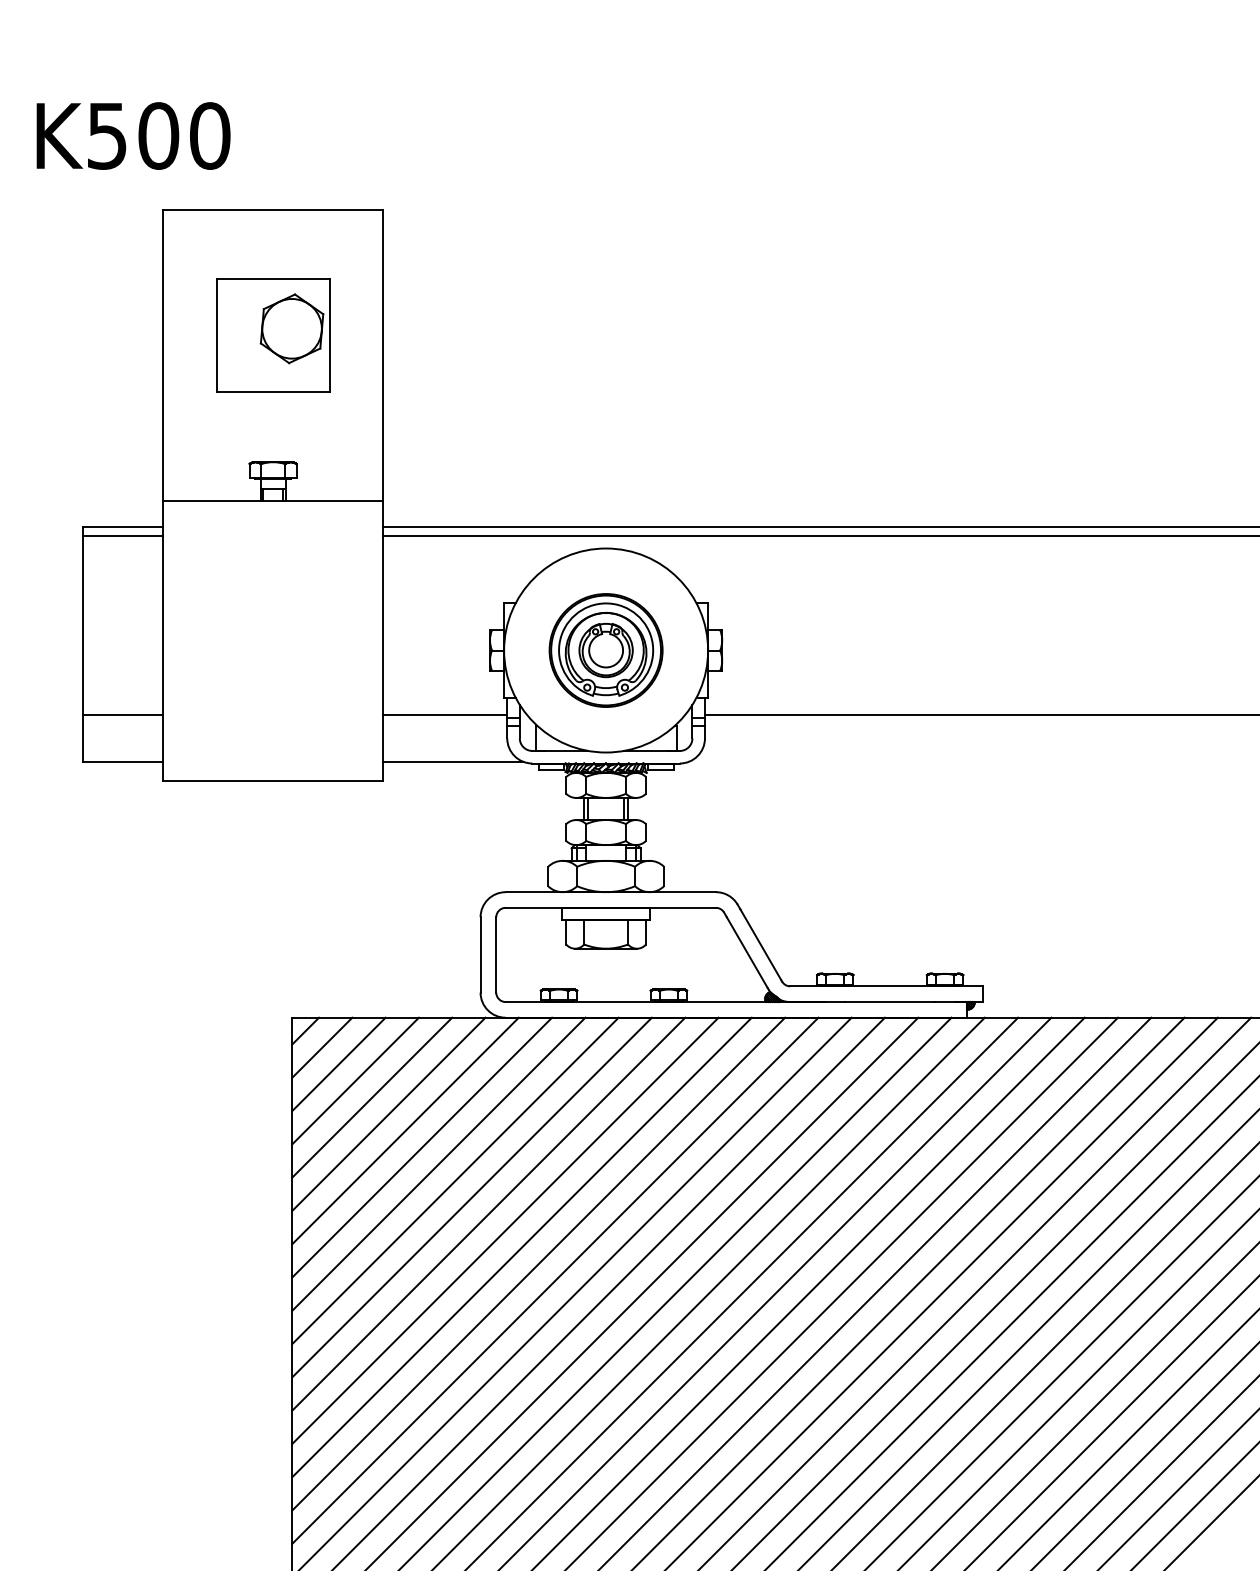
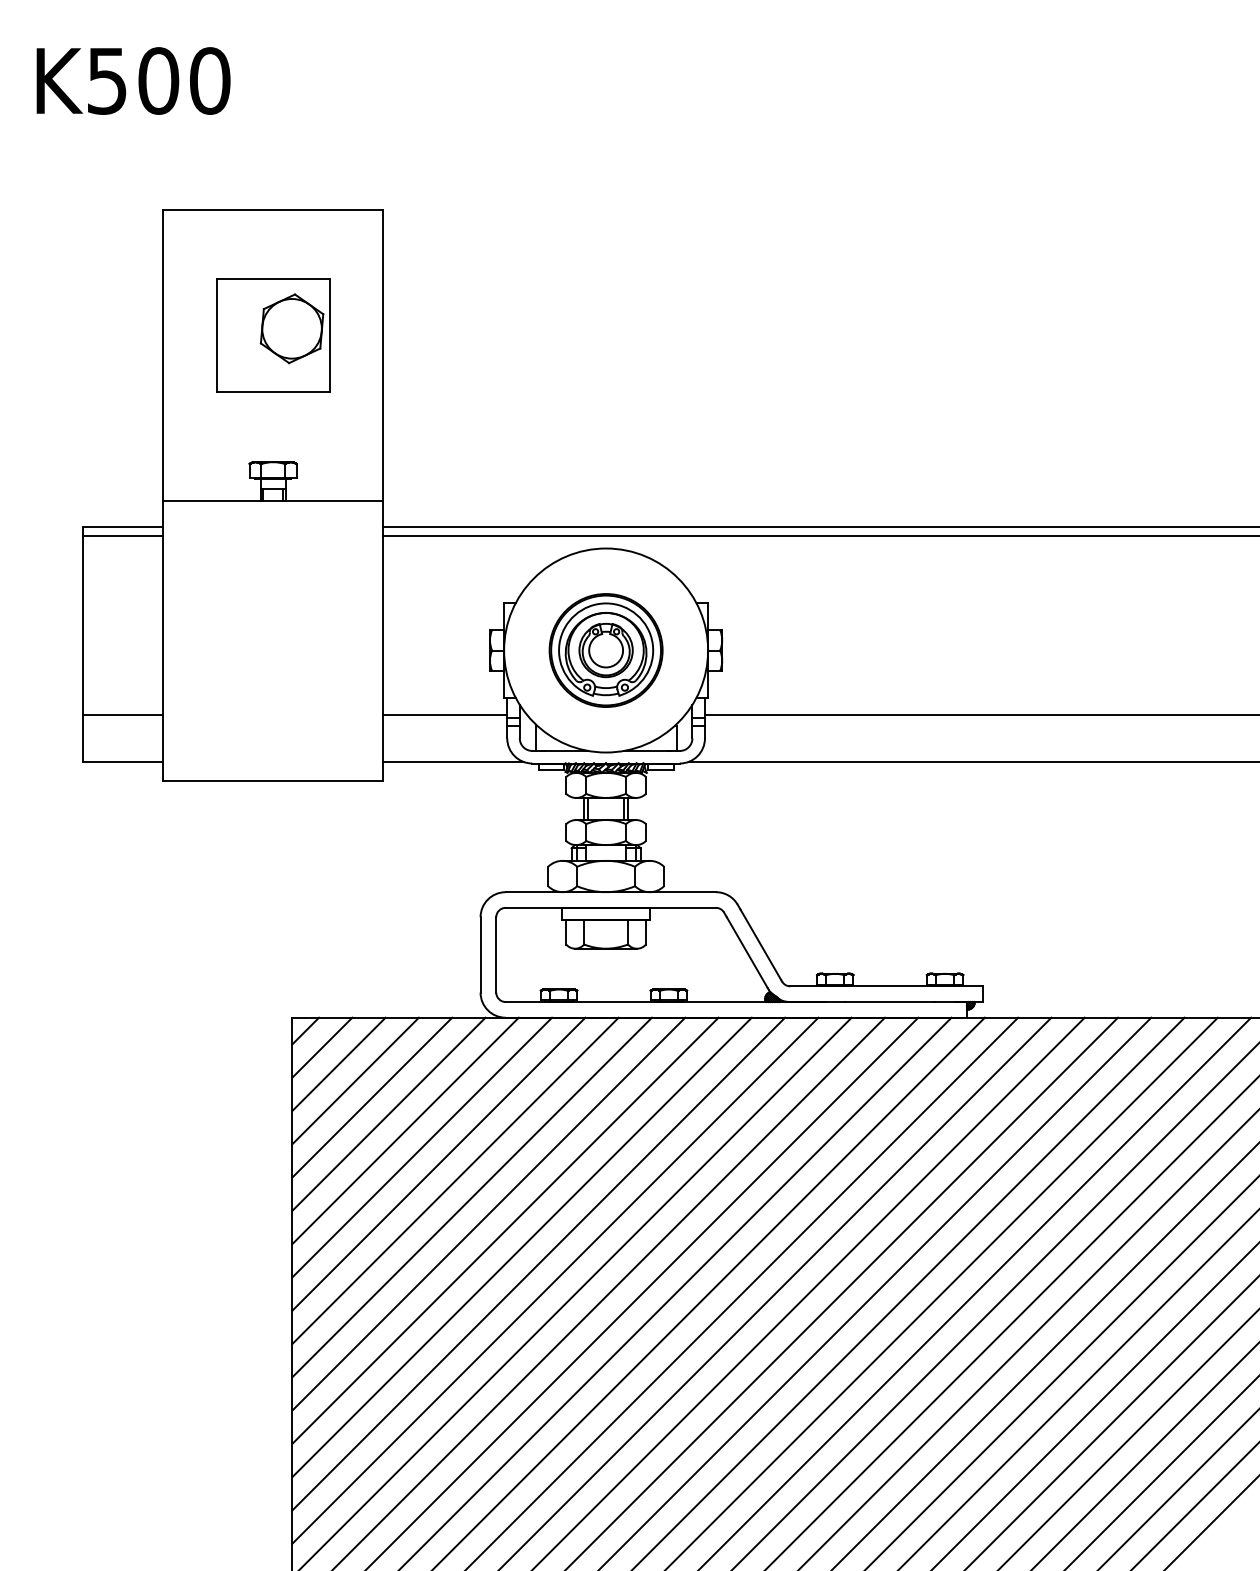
text at (133, 135) position: (133, 135) -> (133, 80)
line at (972, 761): none -> present
